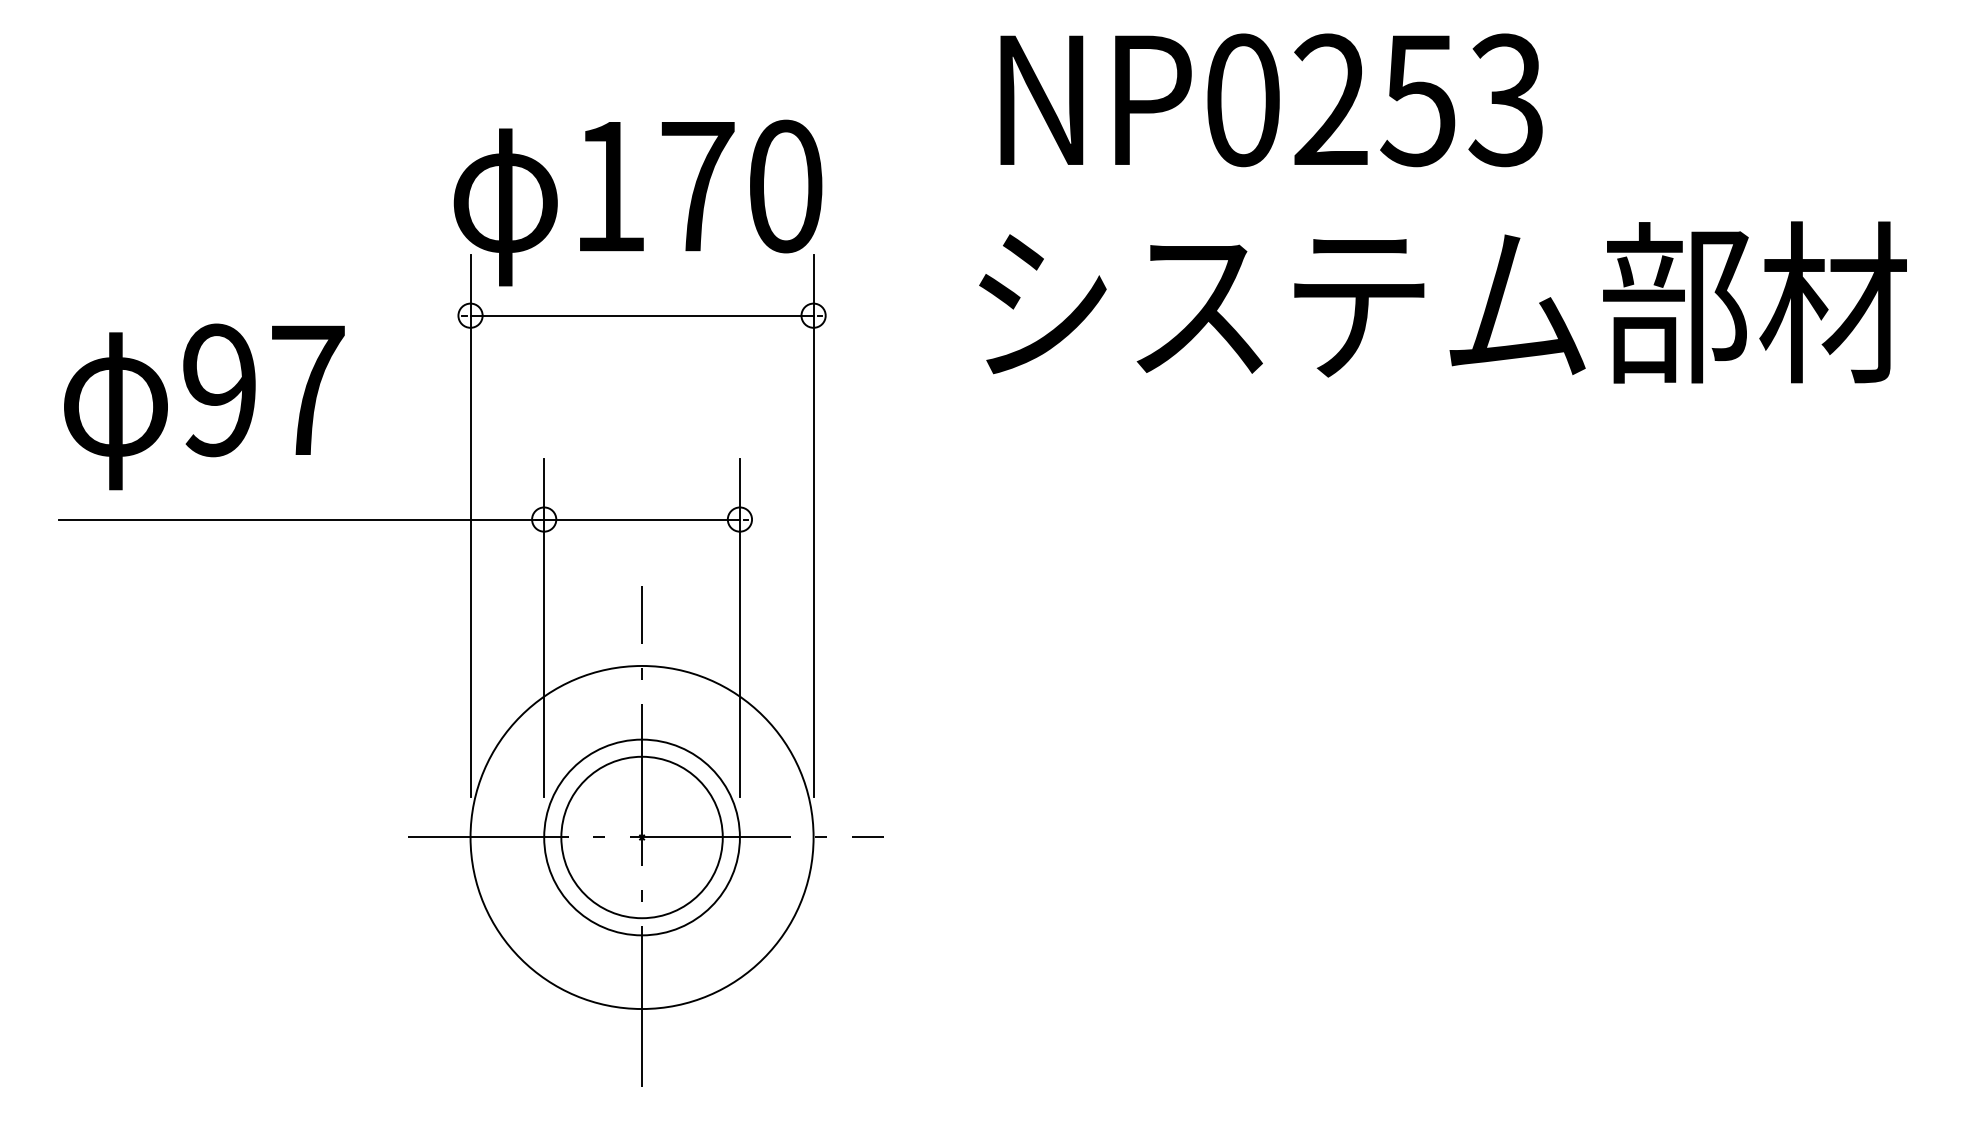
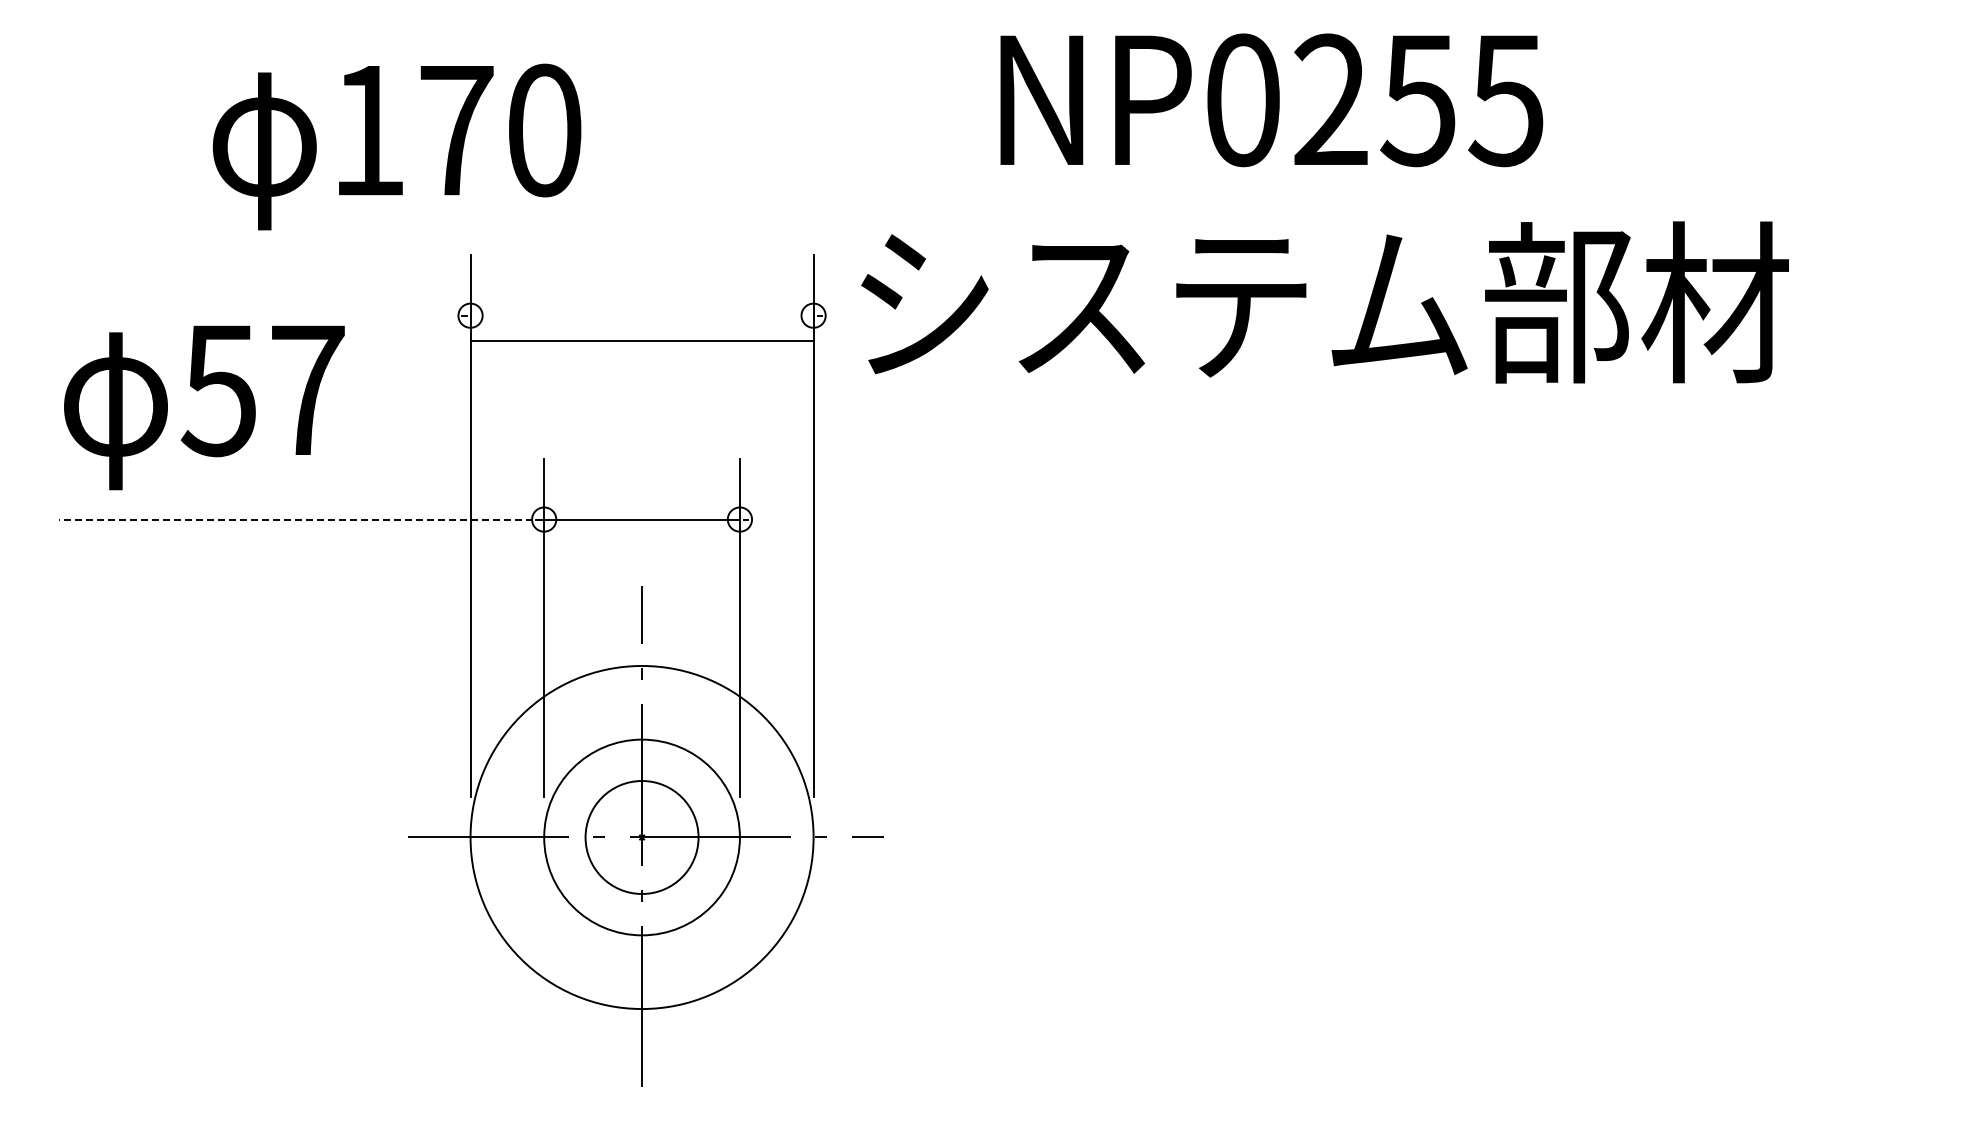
text at (1505, 99): NP0253 -> NP0255
text at (637, 202) position: (637, 202) -> (396, 146)
text at (1442, 302) position: (1442, 302) -> (1324, 302)
line at (641, 315) position: (641, 315) -> (641, 340)
text at (217, 390): 97 -> 57
line at (301, 519): solid -> dashed
circle at (641, 837) diameter: 161 px -> 113 px
